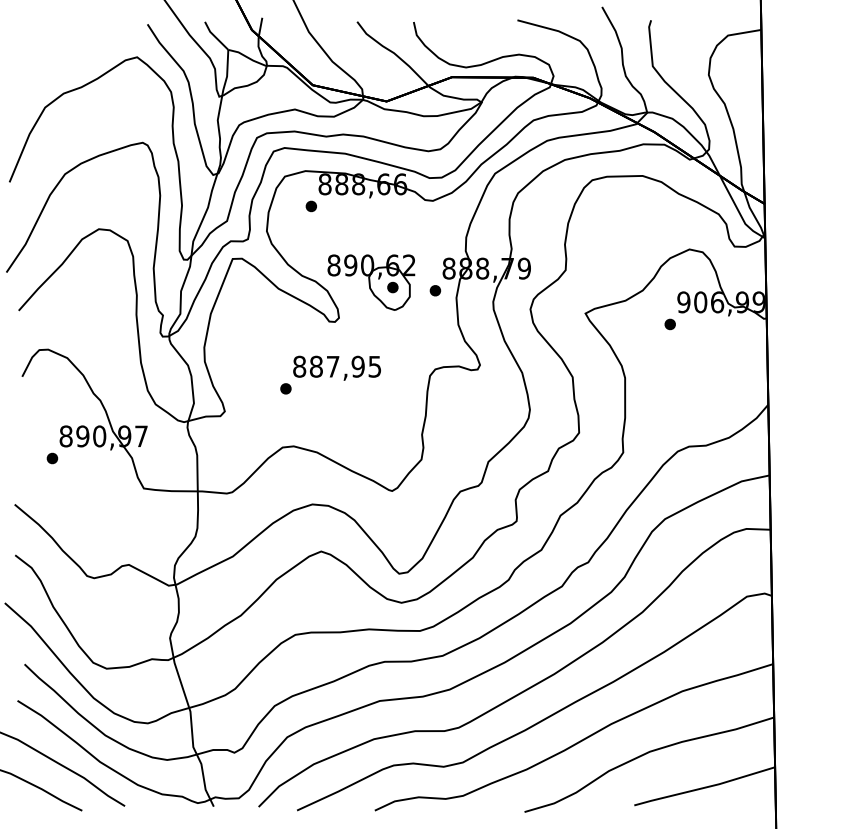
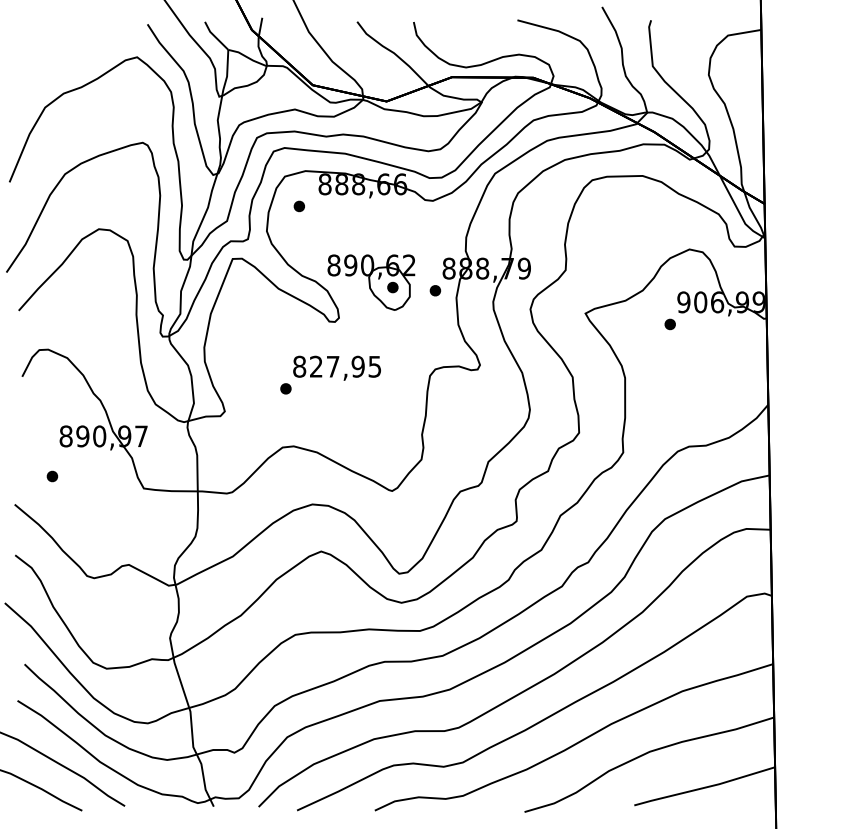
part at (310, 206) position: (310, 206) -> (298, 206)
text at (315, 366): 887,95 -> 827,95
part at (52, 458) position: (52, 458) -> (52, 476)
